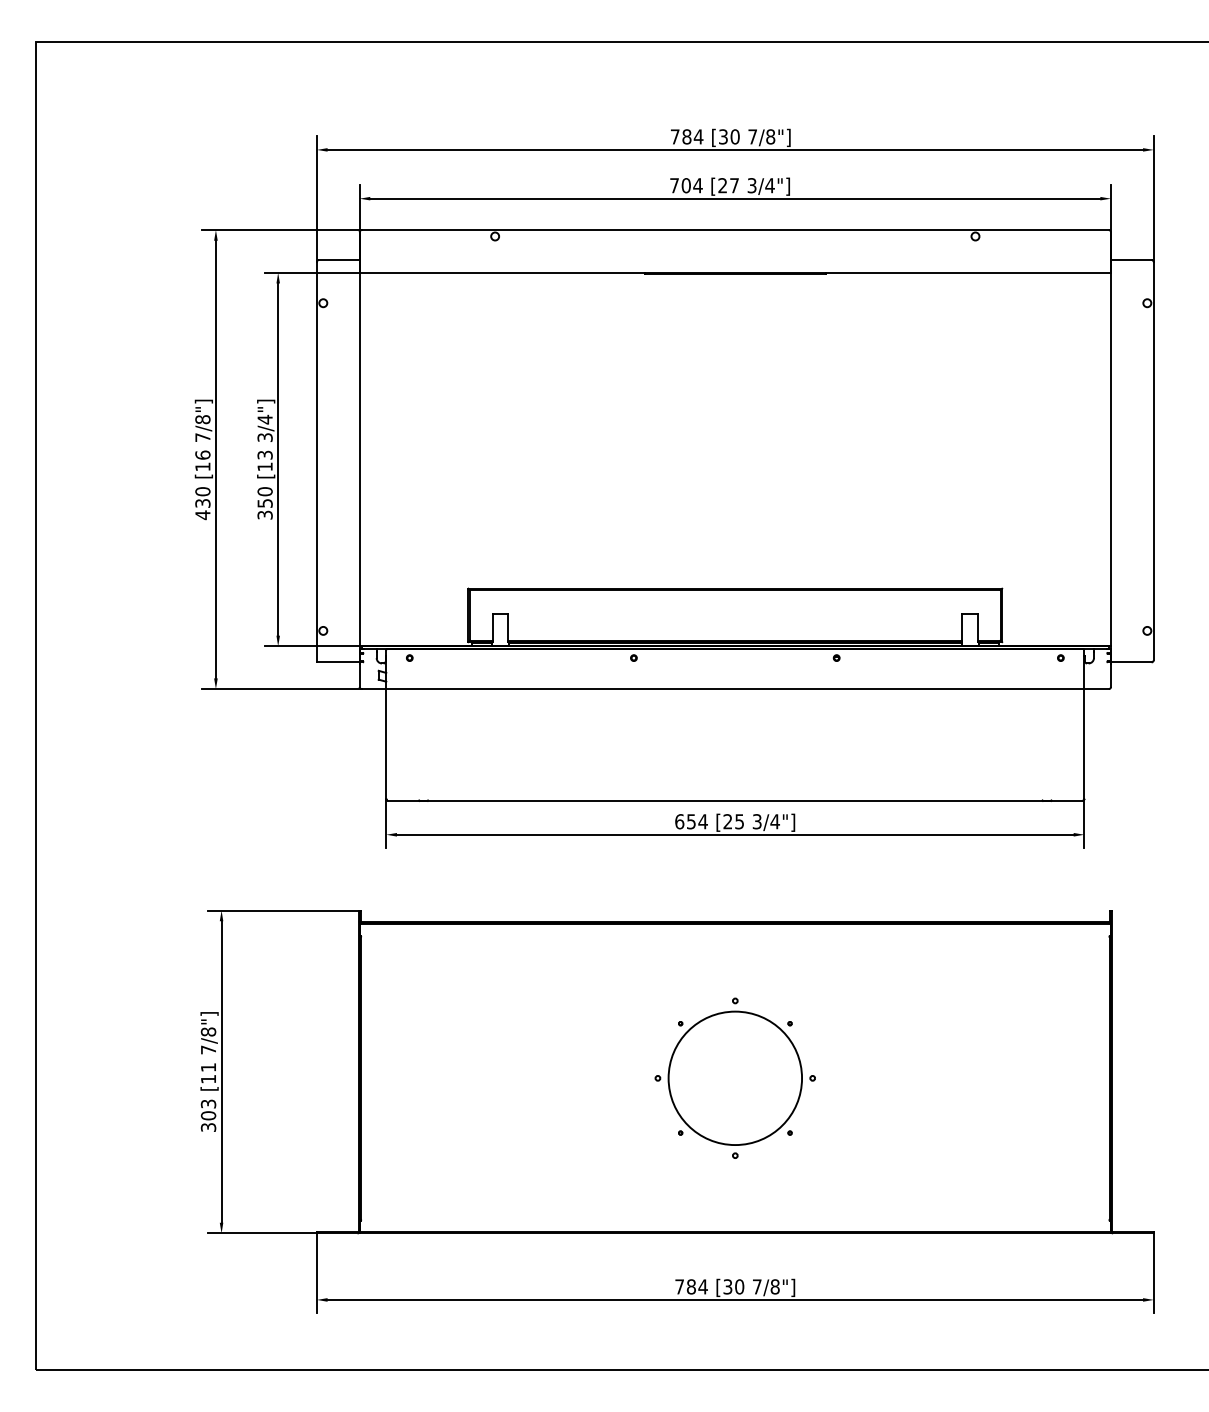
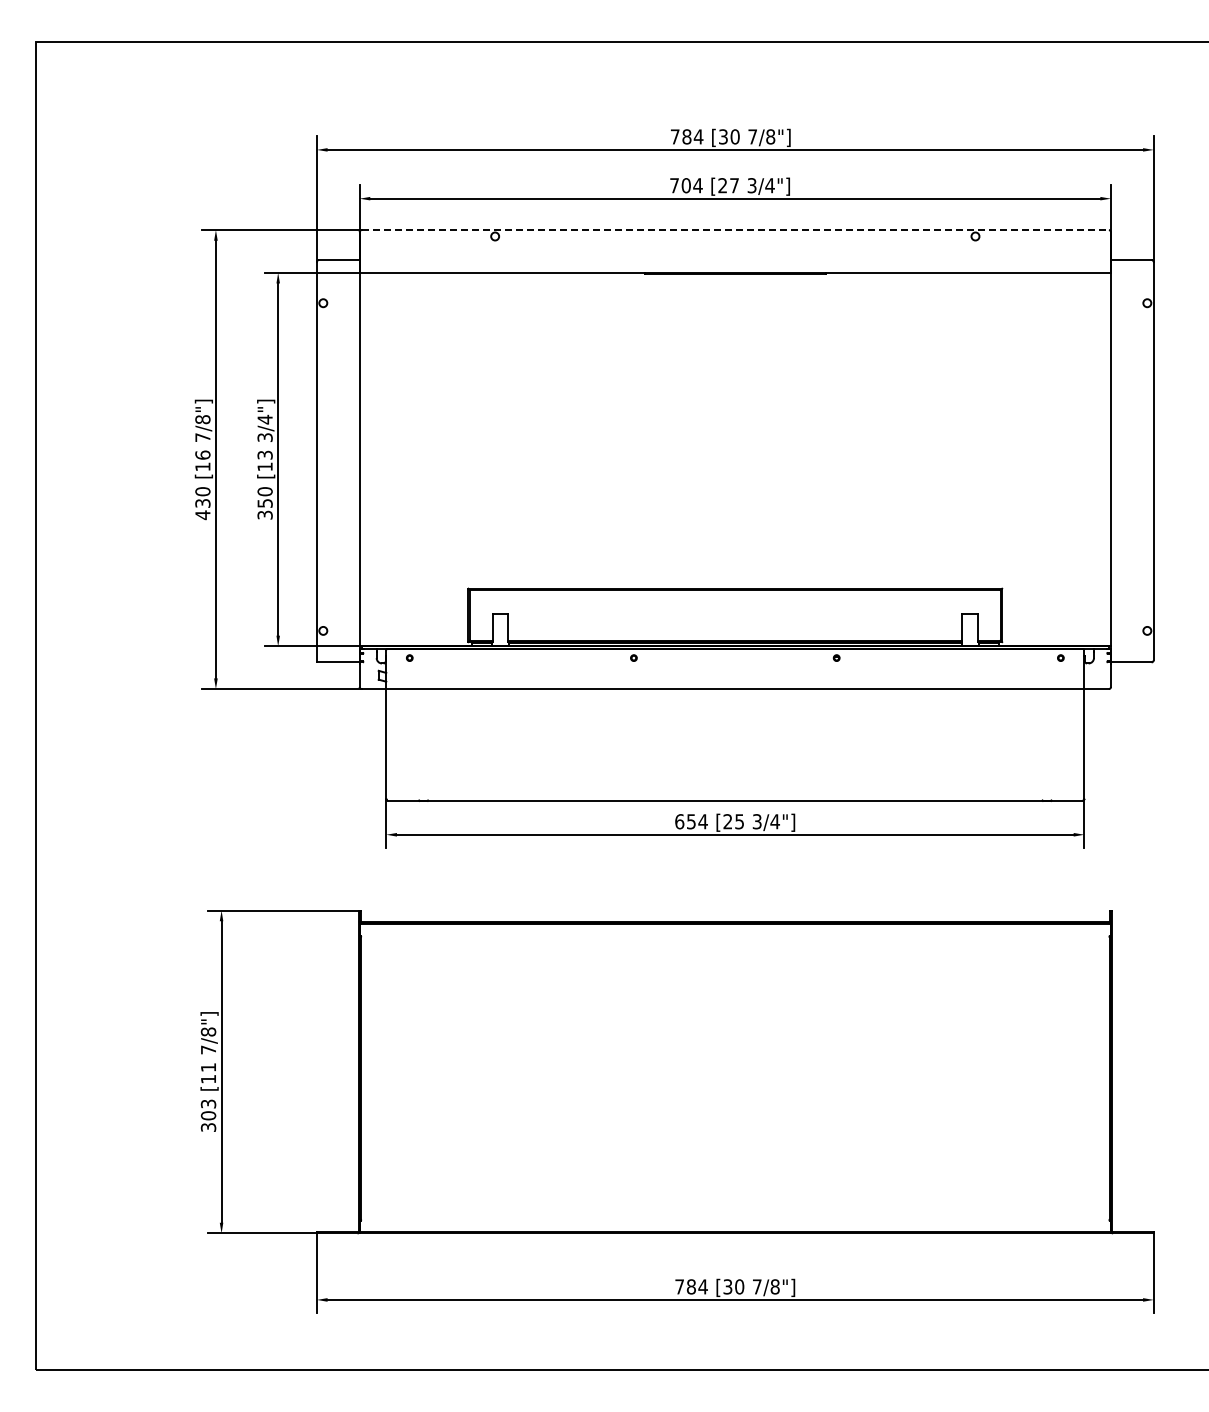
line at (735, 230): solid -> dashed
part at (734, 1077): present -> none
